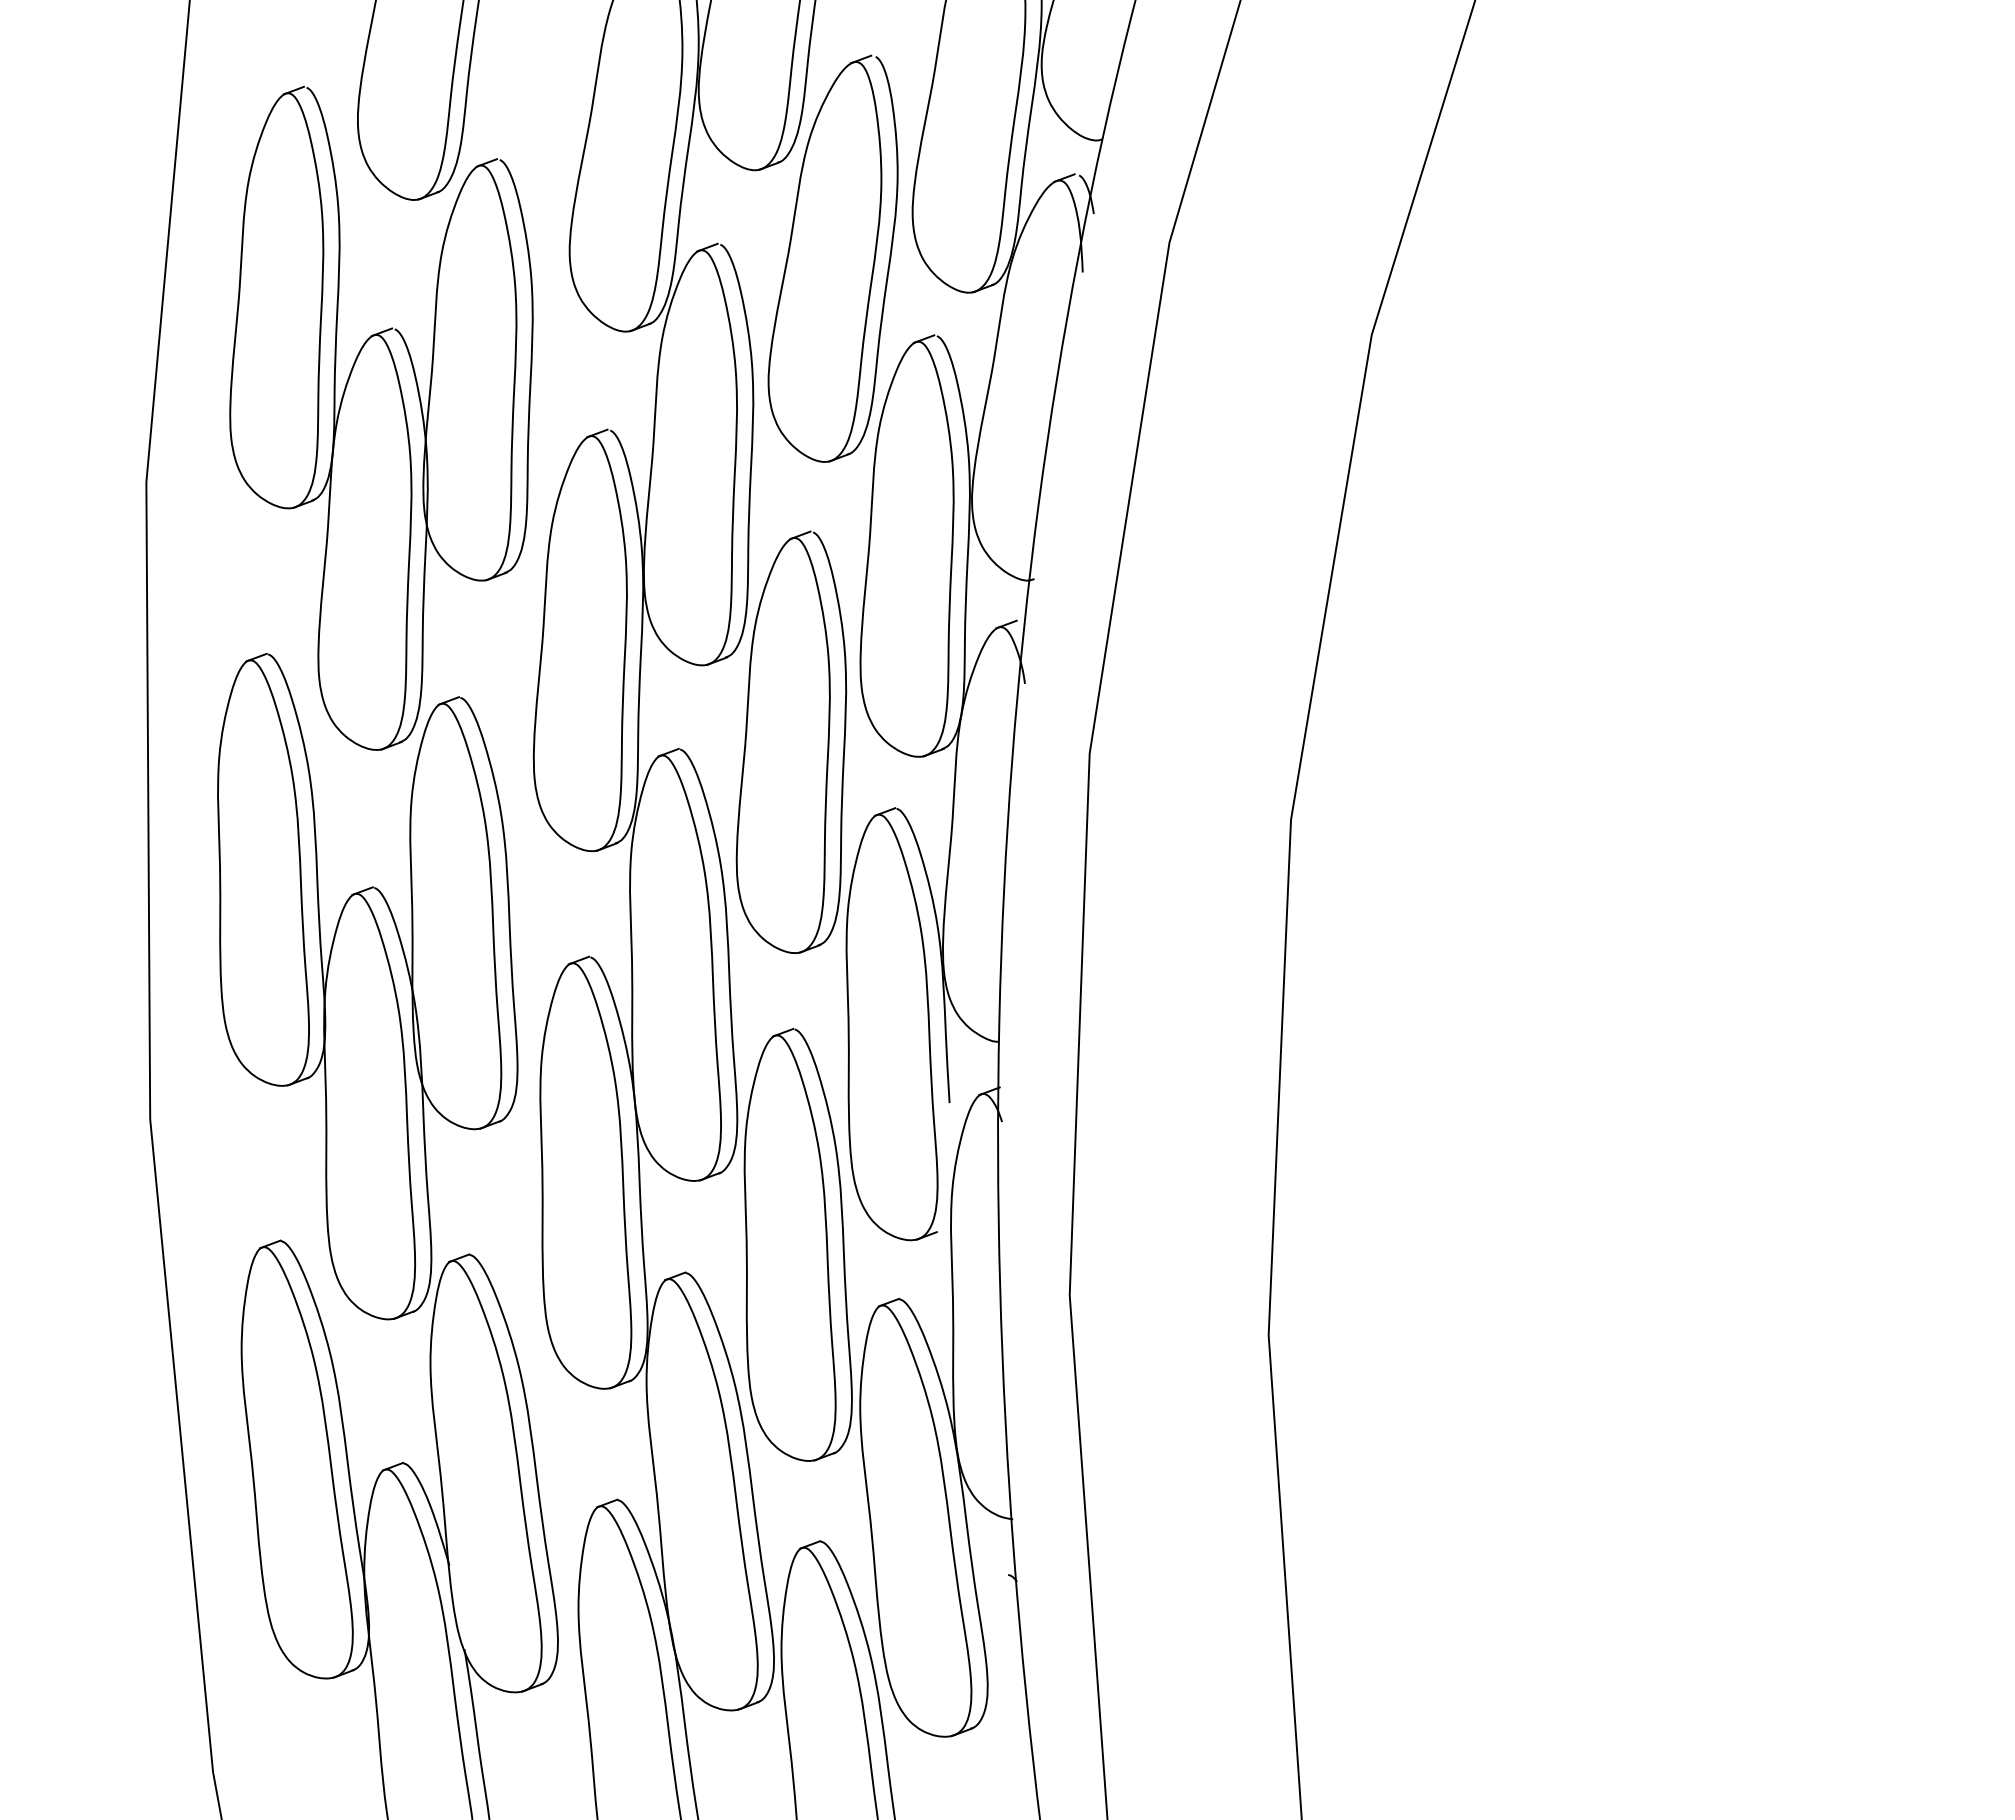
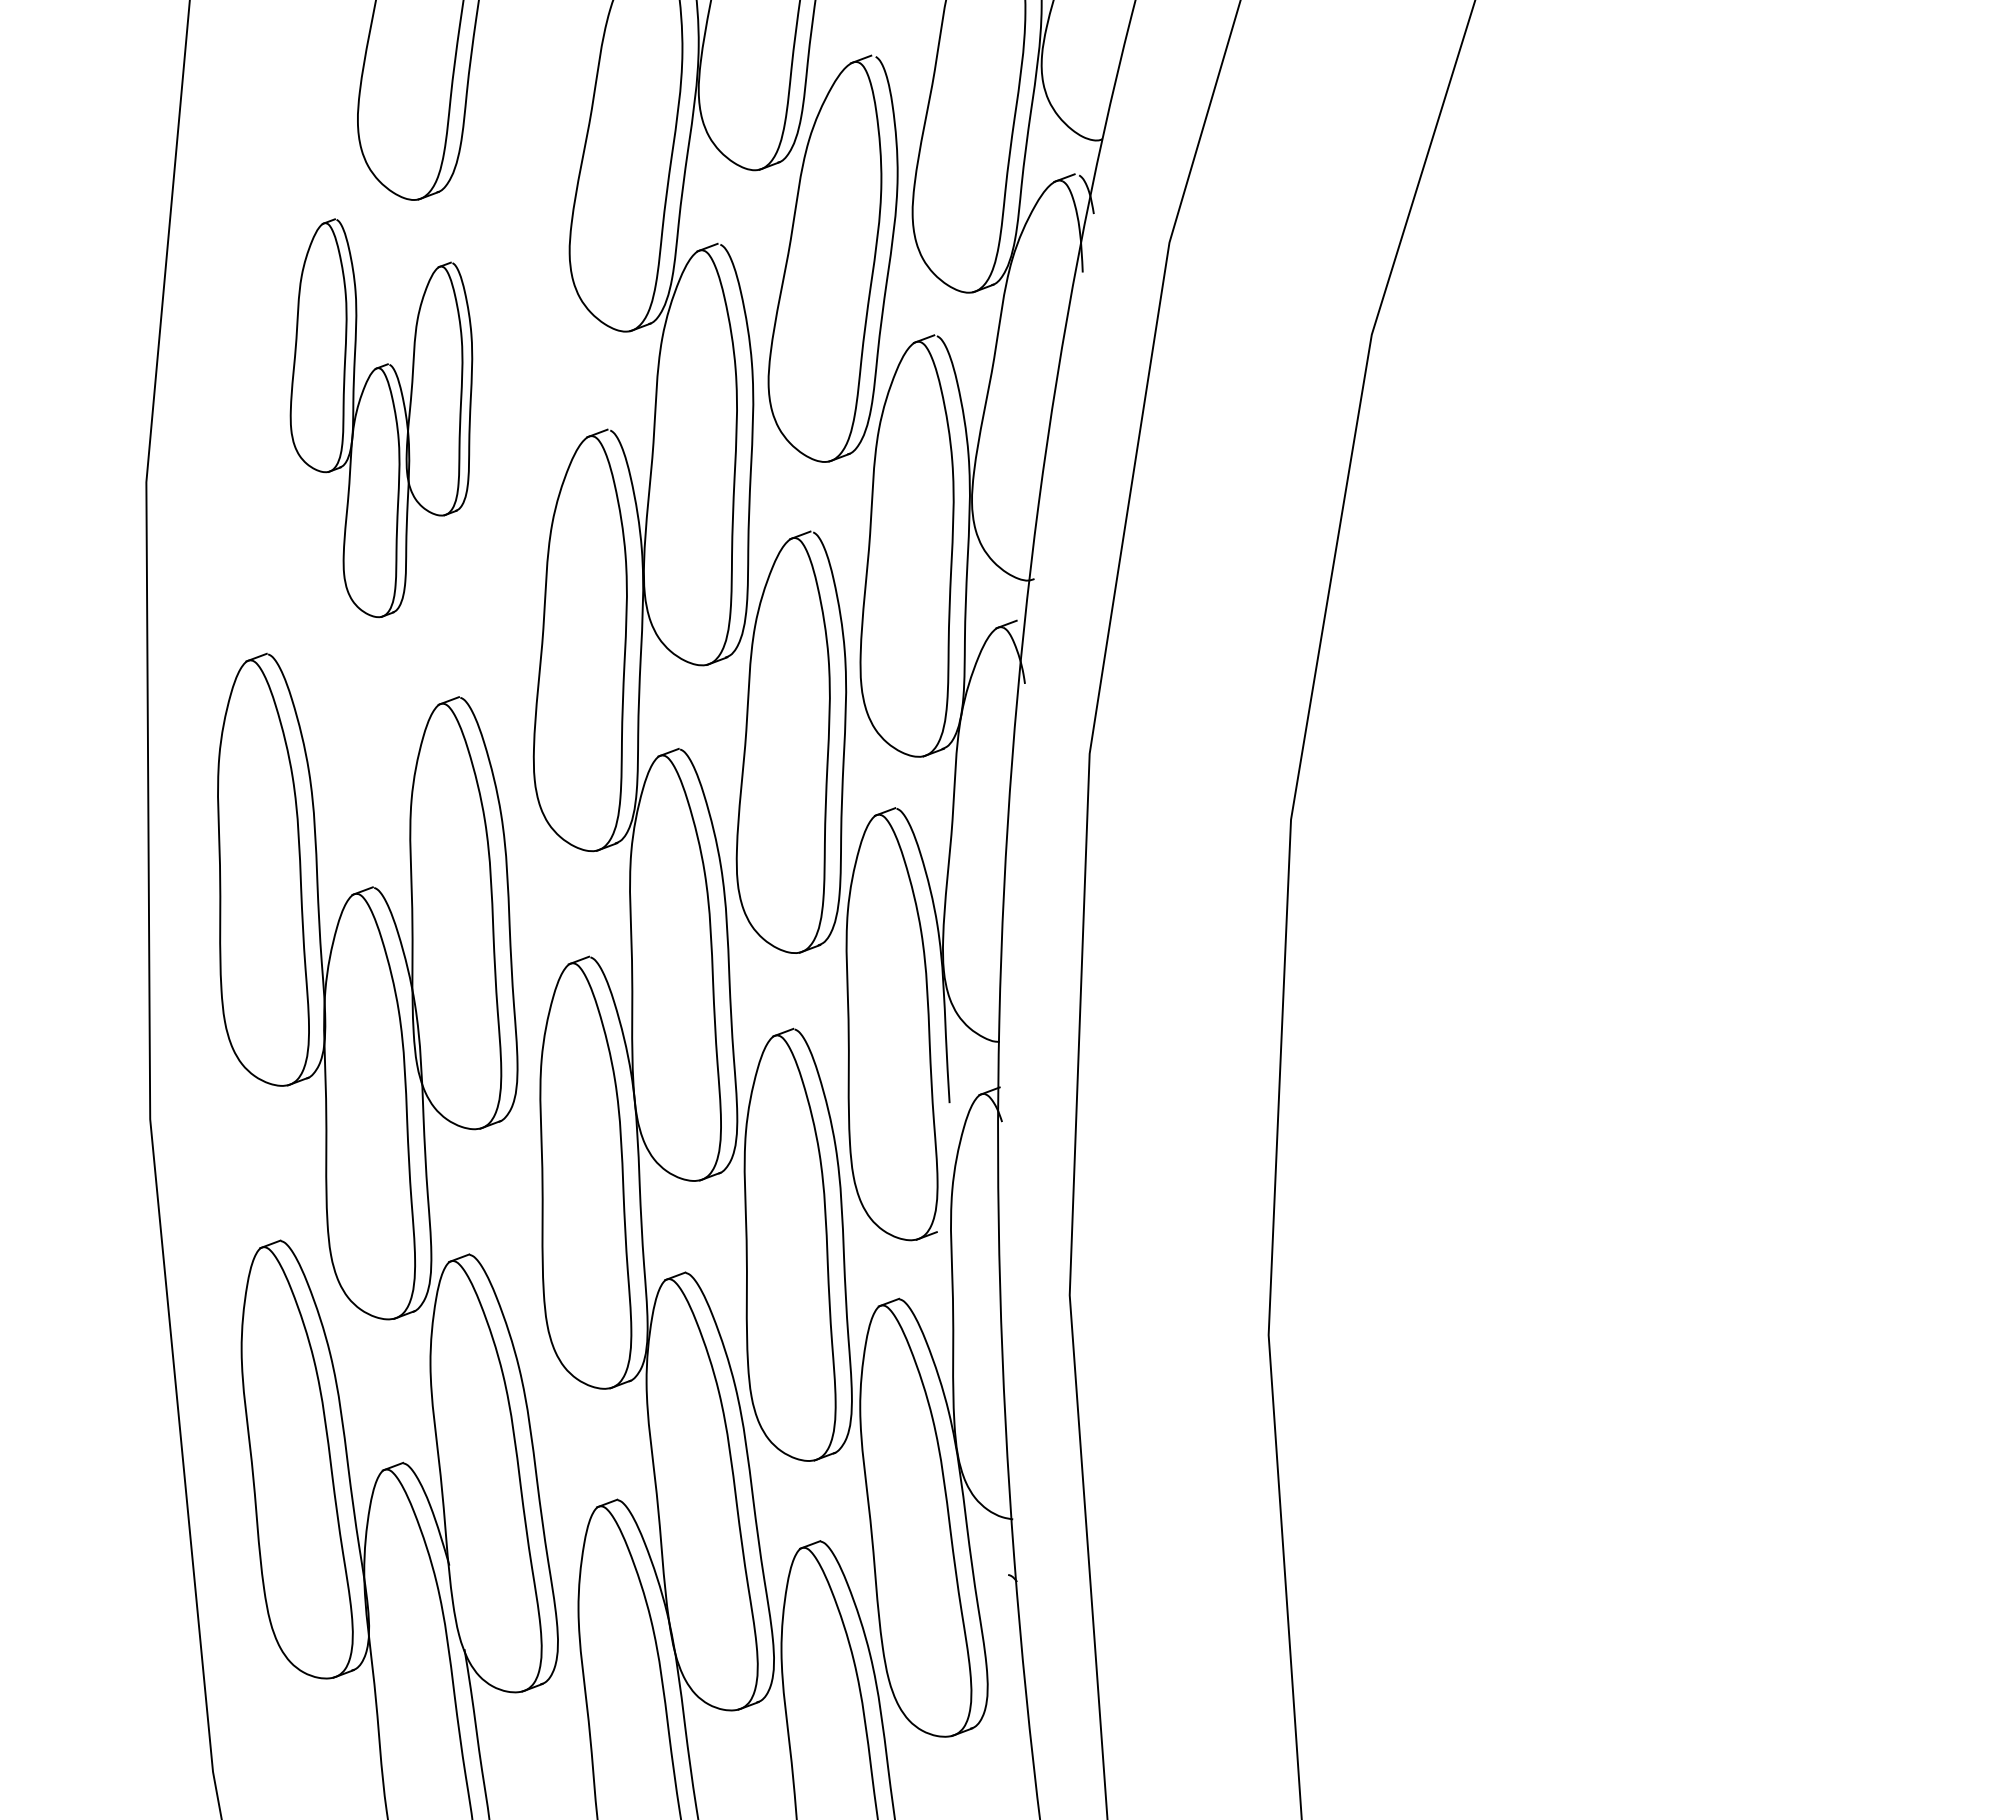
part at (381, 417) size: 305x666 px -> 185x401 px
